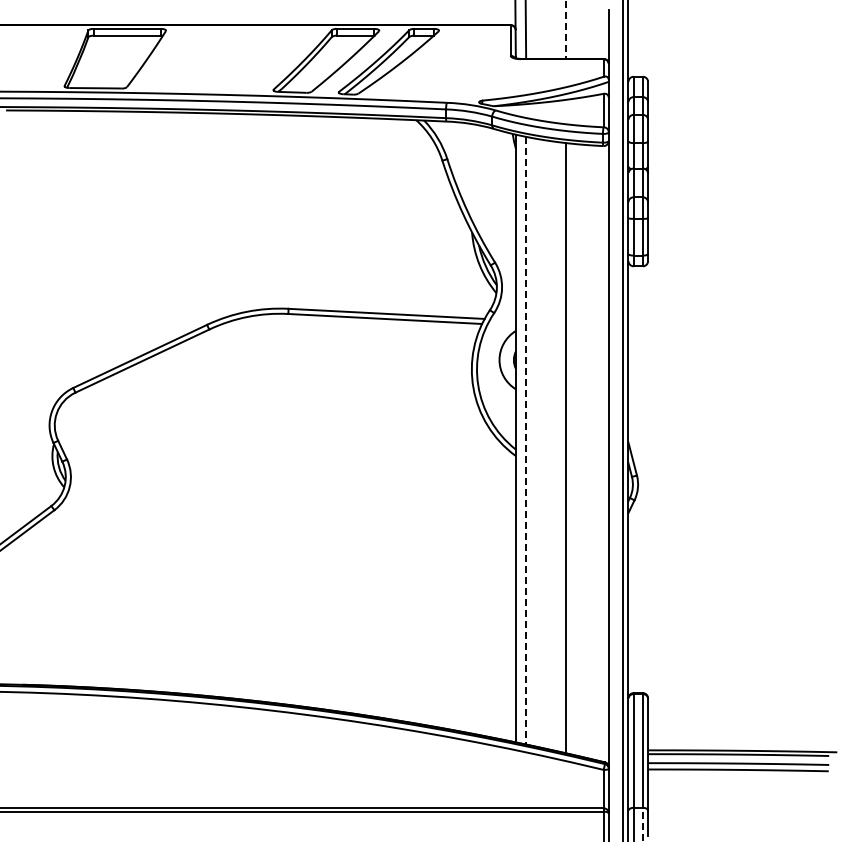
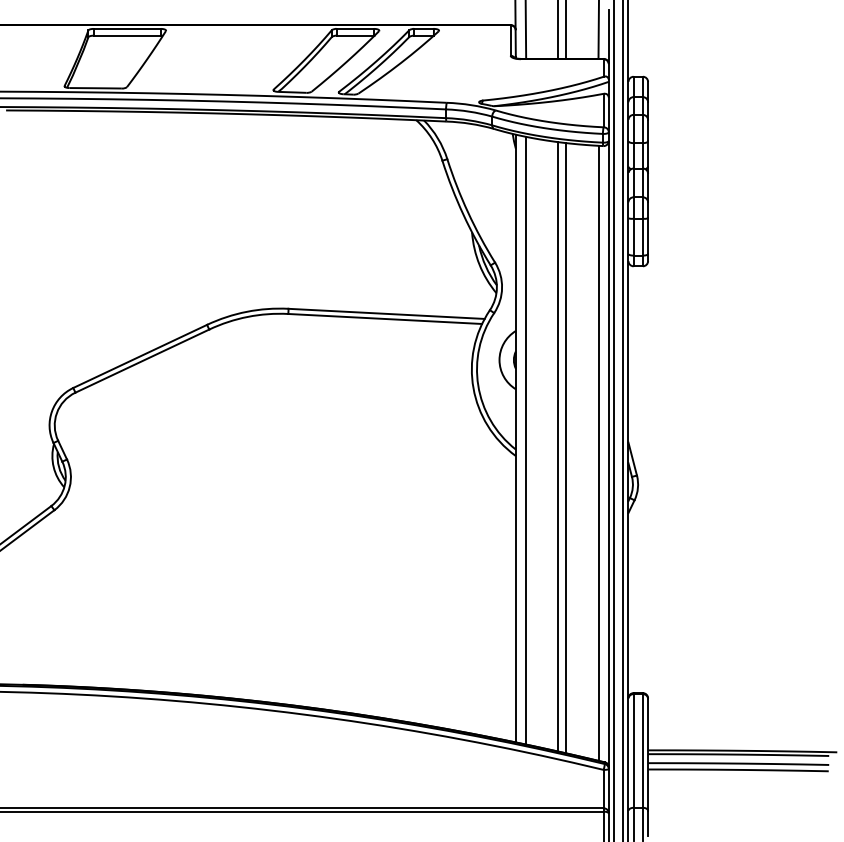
line at (558, 30): none -> present
line at (566, 30): dashed -> solid
line at (598, 30): none -> present
line at (614, 420): none -> present
line at (526, 440): dashed -> solid
line at (558, 446): none -> present
line at (598, 452): none -> present
line at (642, 823): dashed -> solid
